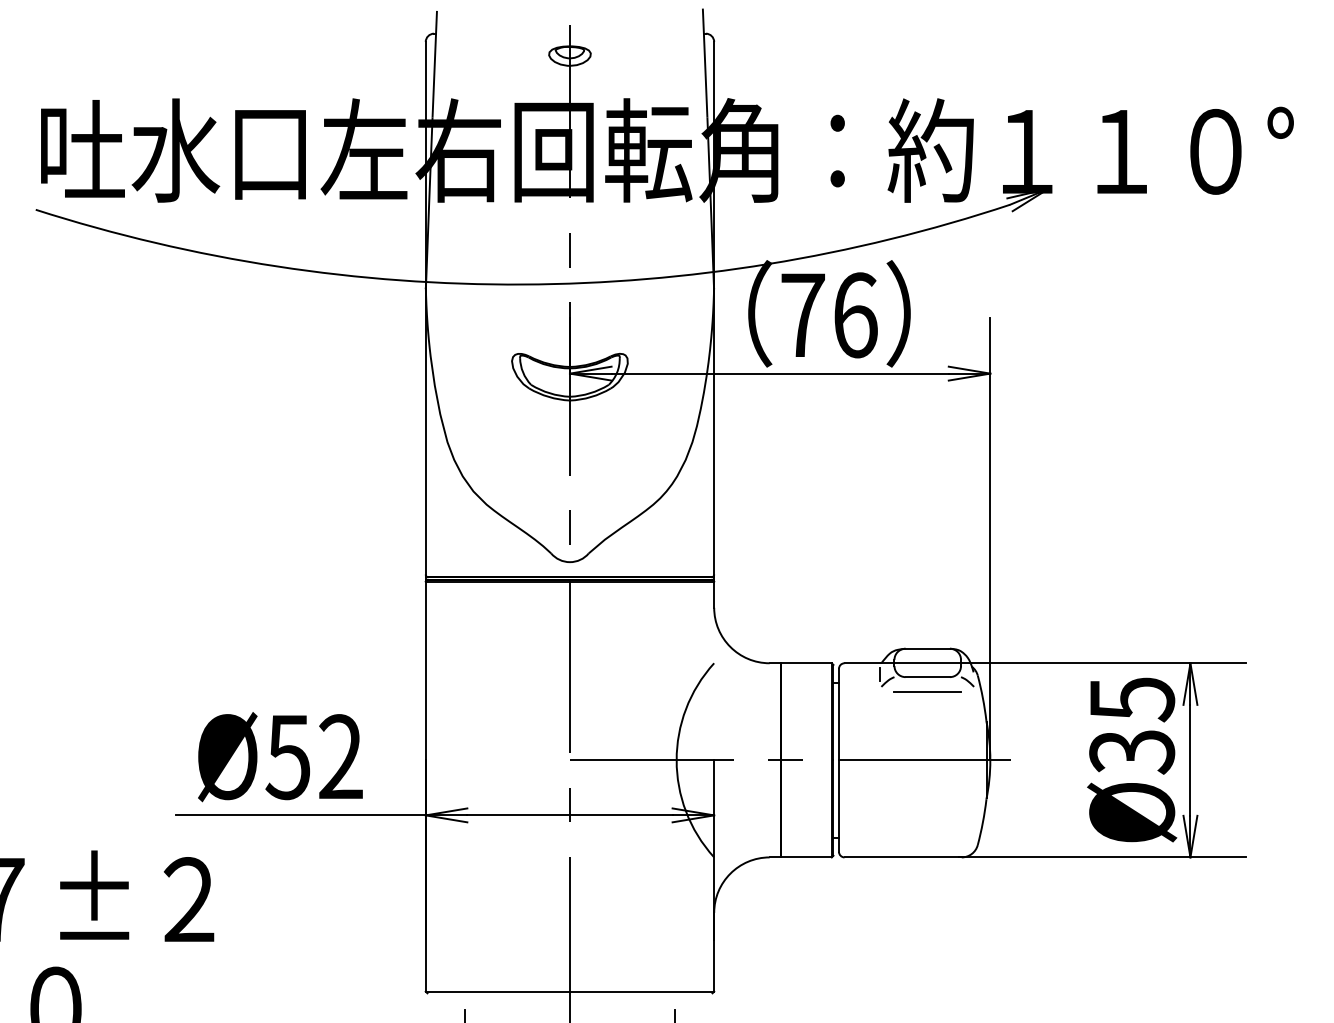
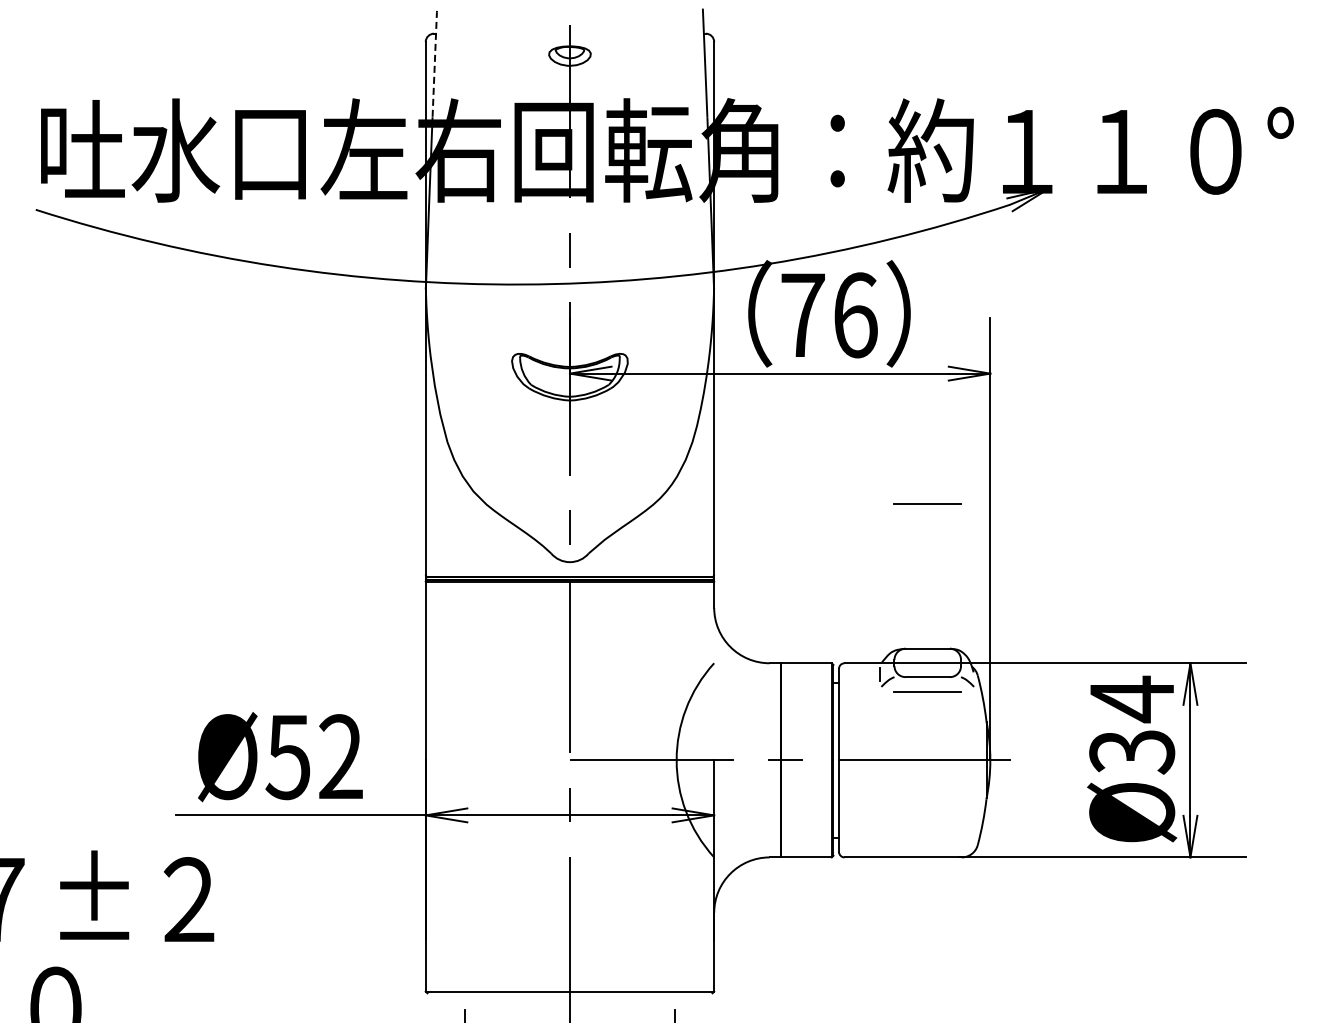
line at (434, 63): solid -> dashed
line at (927, 503): none -> present
text at (1132, 699): Ø35 -> Ø34
